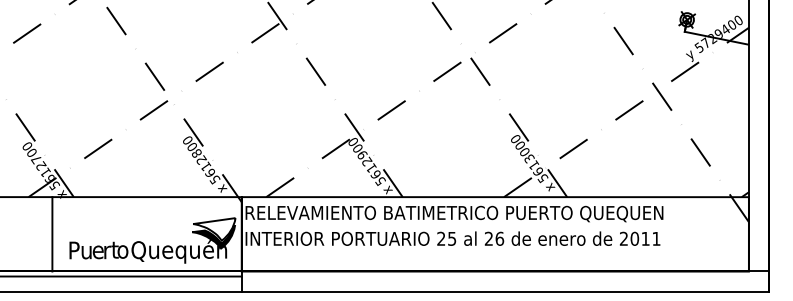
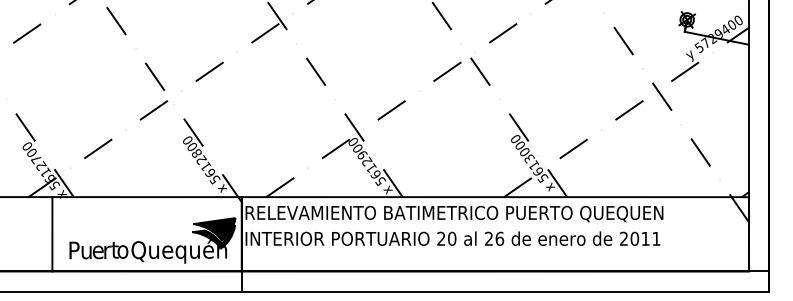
fill at (214, 229): none -> present
text at (452, 238): 25 -> 20
line at (121, 276) position: (121, 276) -> (121, 271)
